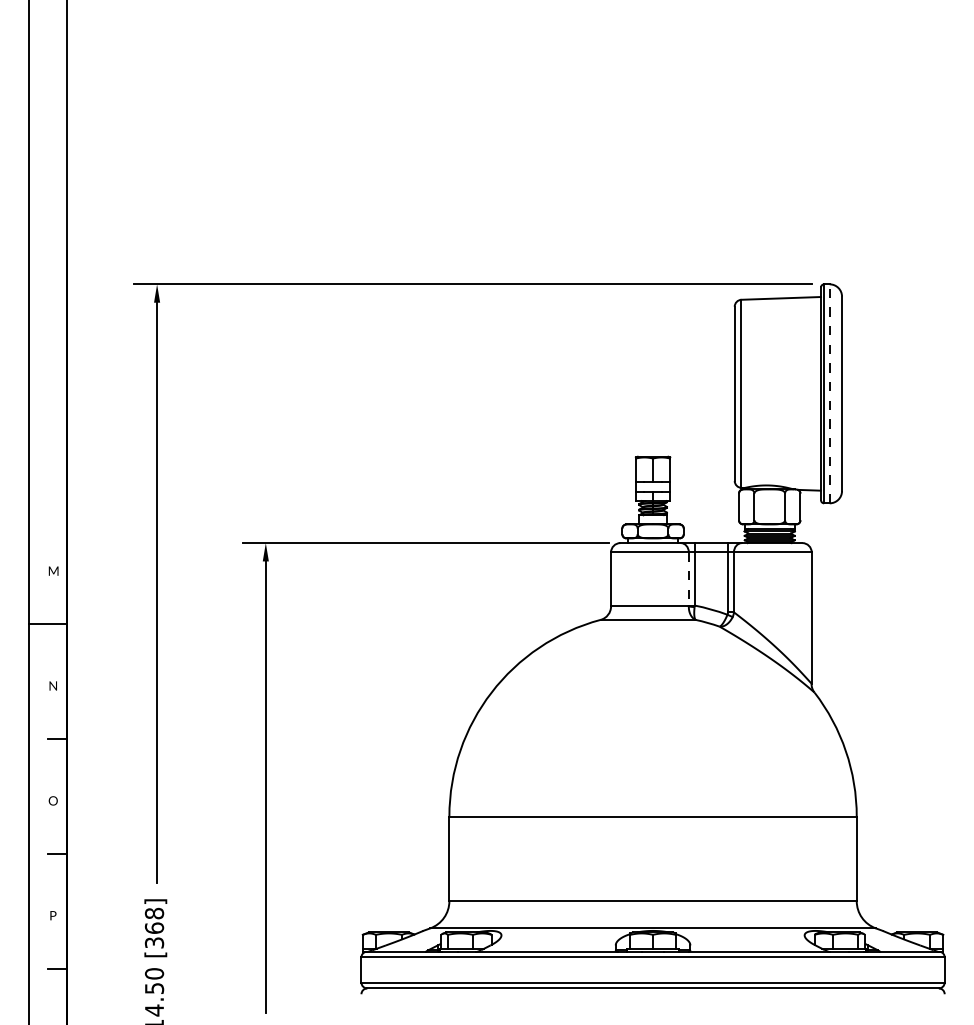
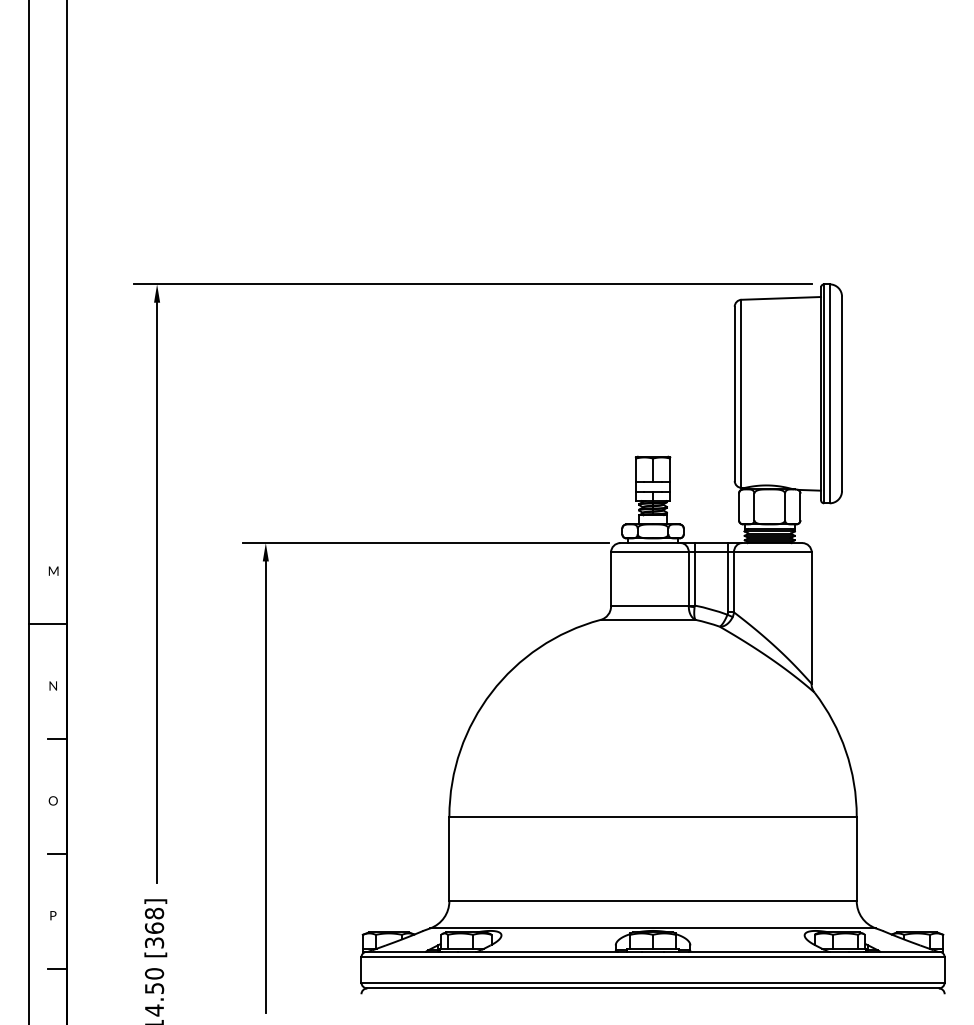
line at (829, 393): dashed -> solid
line at (688, 579): dashed -> solid
